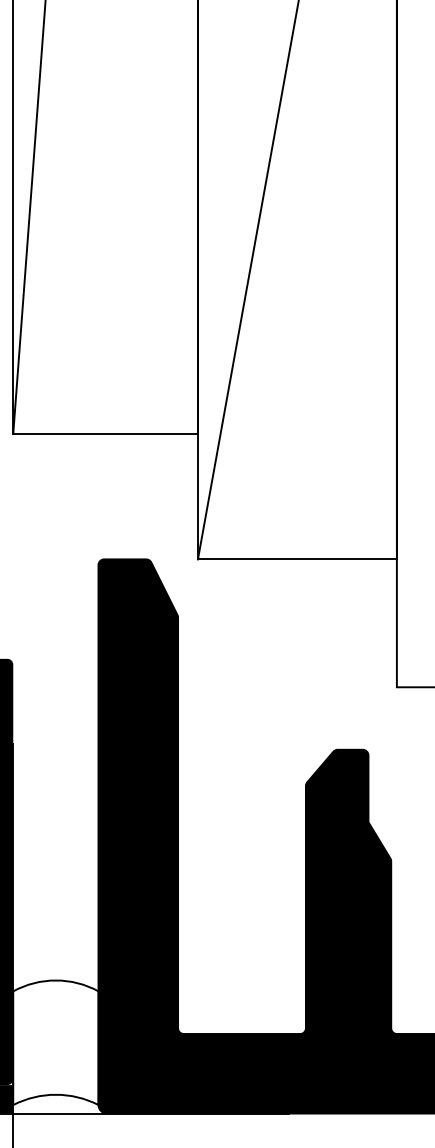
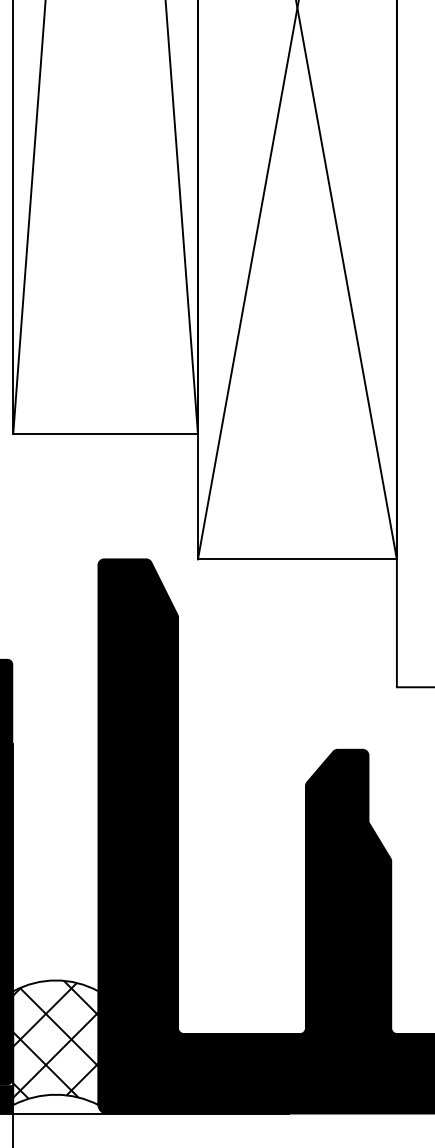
line at (181, 218): none -> present
line at (346, 280): none -> present
hatch at (55, 1039): none -> present
